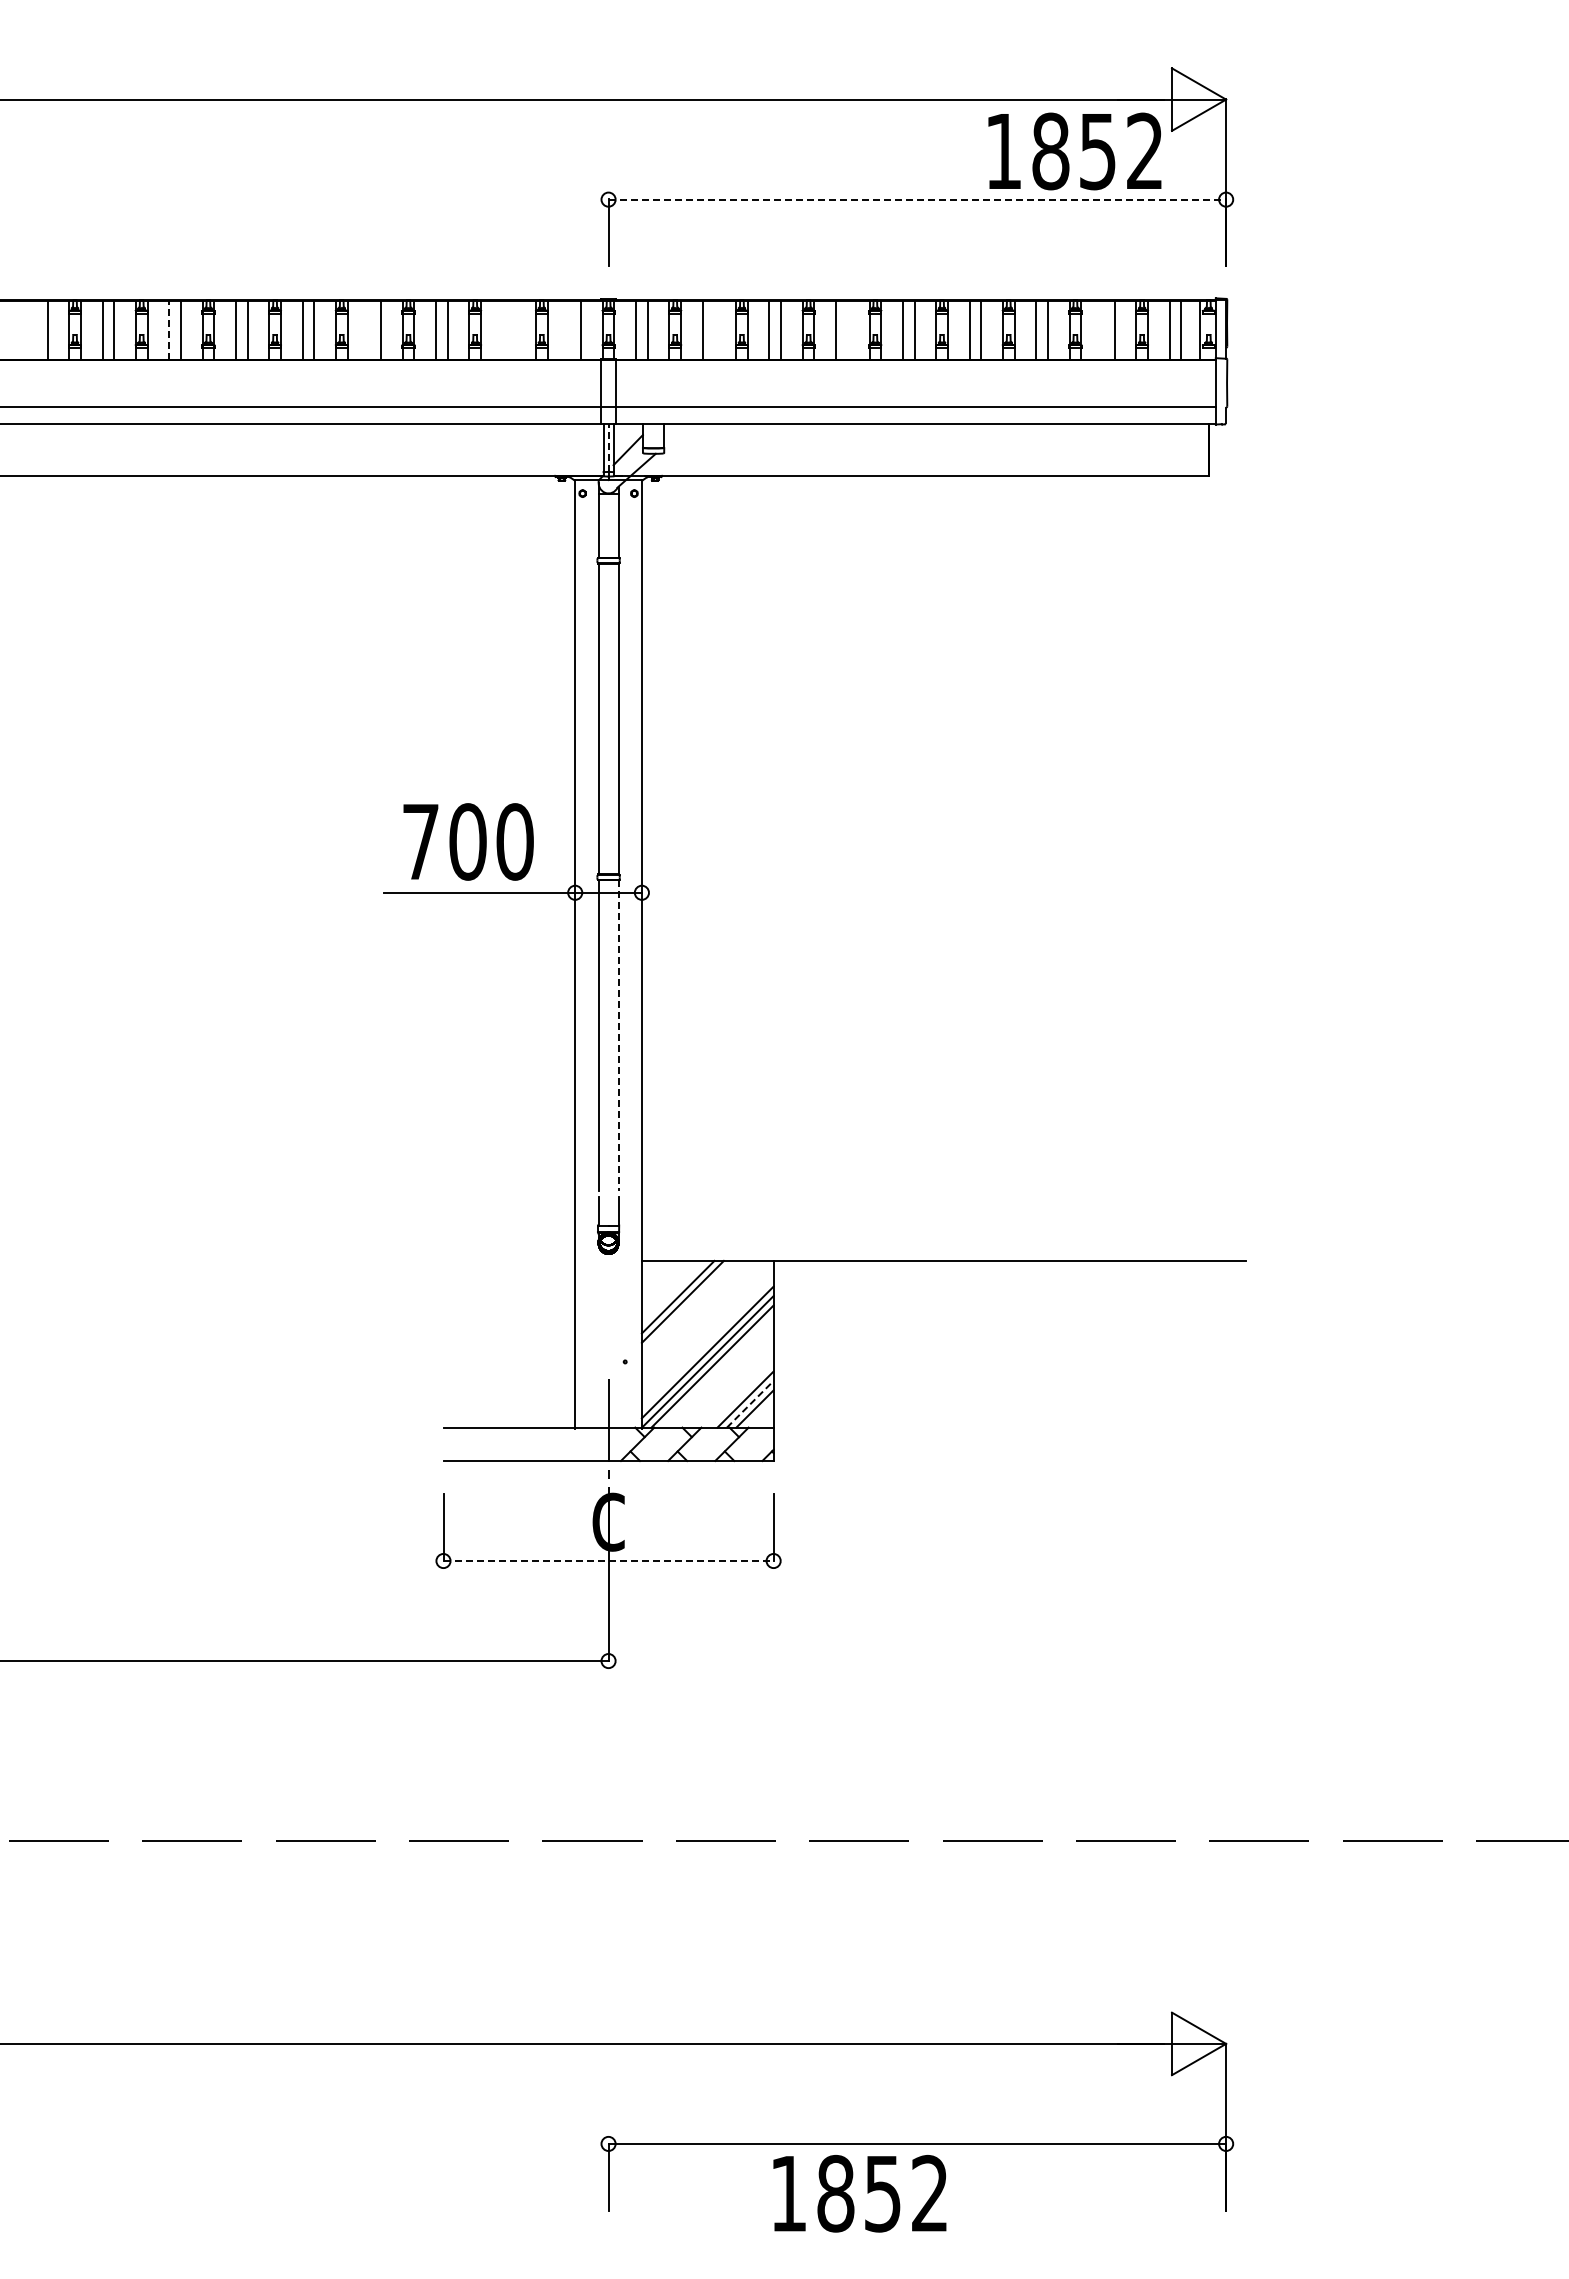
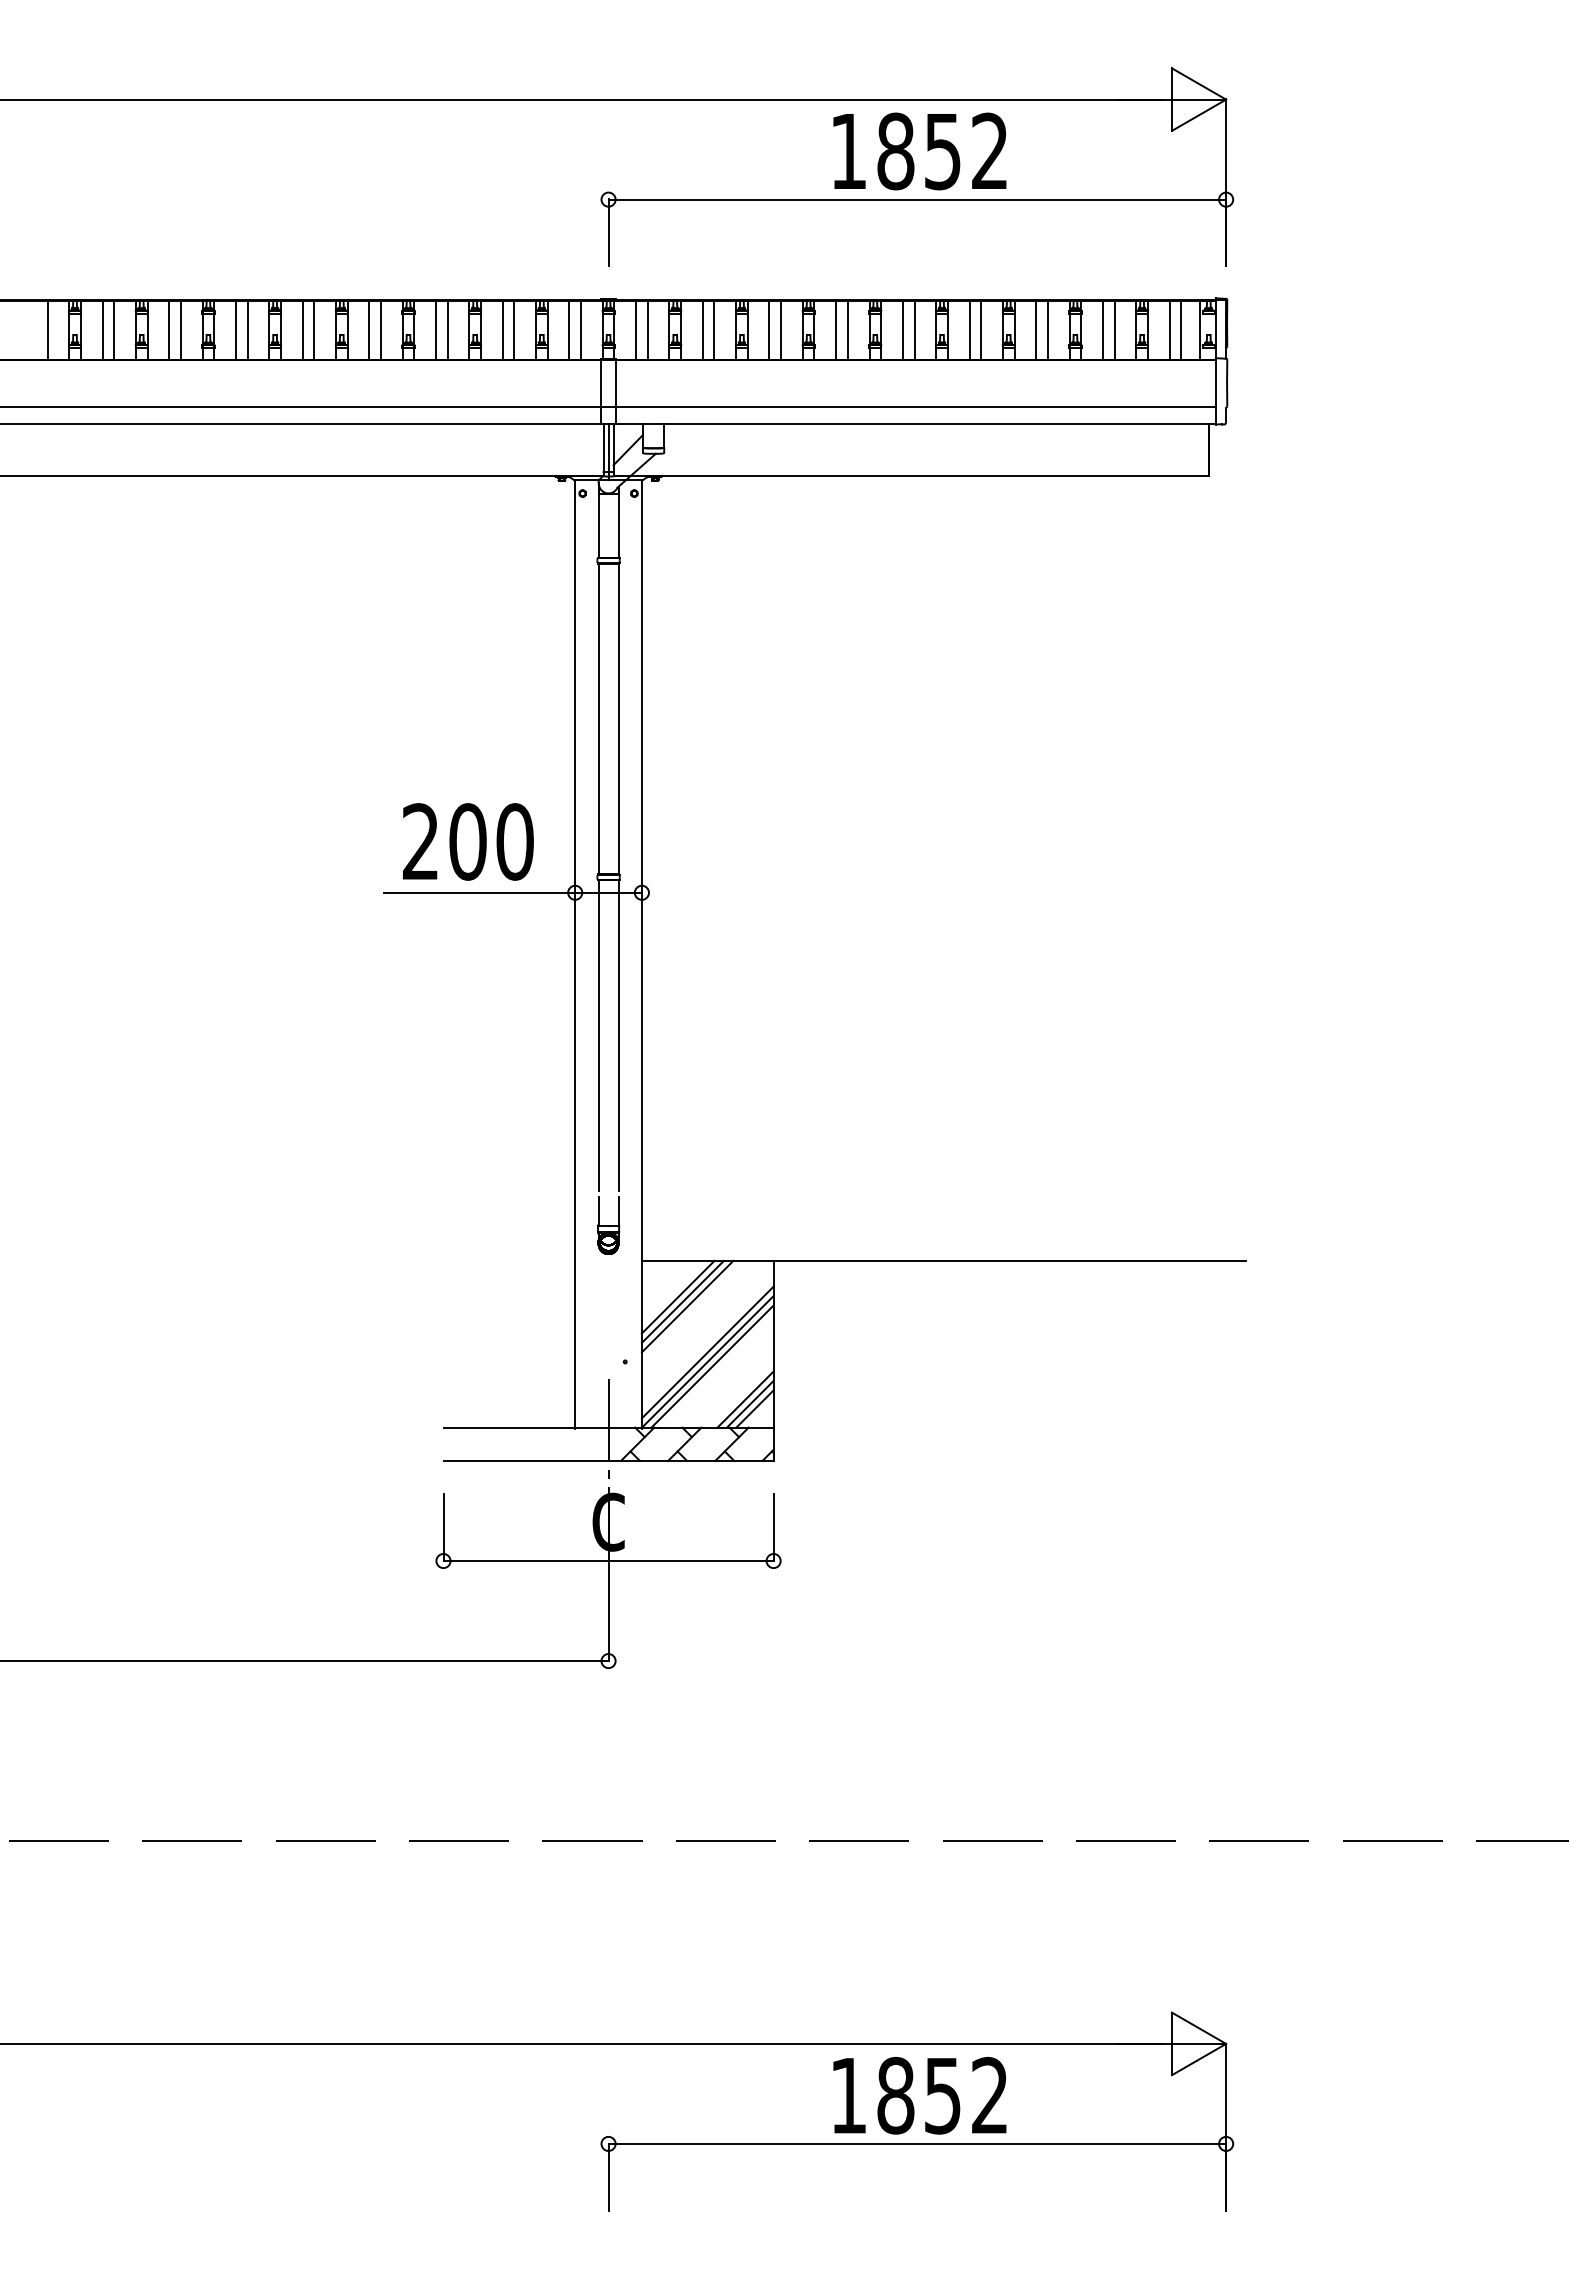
text at (1074, 151) position: (1074, 151) -> (919, 151)
line at (917, 199): dashed -> solid
line at (169, 329): dashed -> solid
line at (369, 329): none -> present
line at (502, 329): none -> present
line at (514, 329): none -> present
line at (569, 329): none -> present
line at (714, 329): none -> present
line at (847, 329): none -> present
line at (1102, 329): none -> present
line at (608, 447): dashed -> solid
text at (420, 841): 700 -> 200
line at (618, 1036): dashed -> solid
line at (687, 1306): none -> present
line at (750, 1403): dashed -> solid
line at (609, 1561): dashed -> solid
text at (859, 2193) position: (859, 2193) -> (919, 2095)
